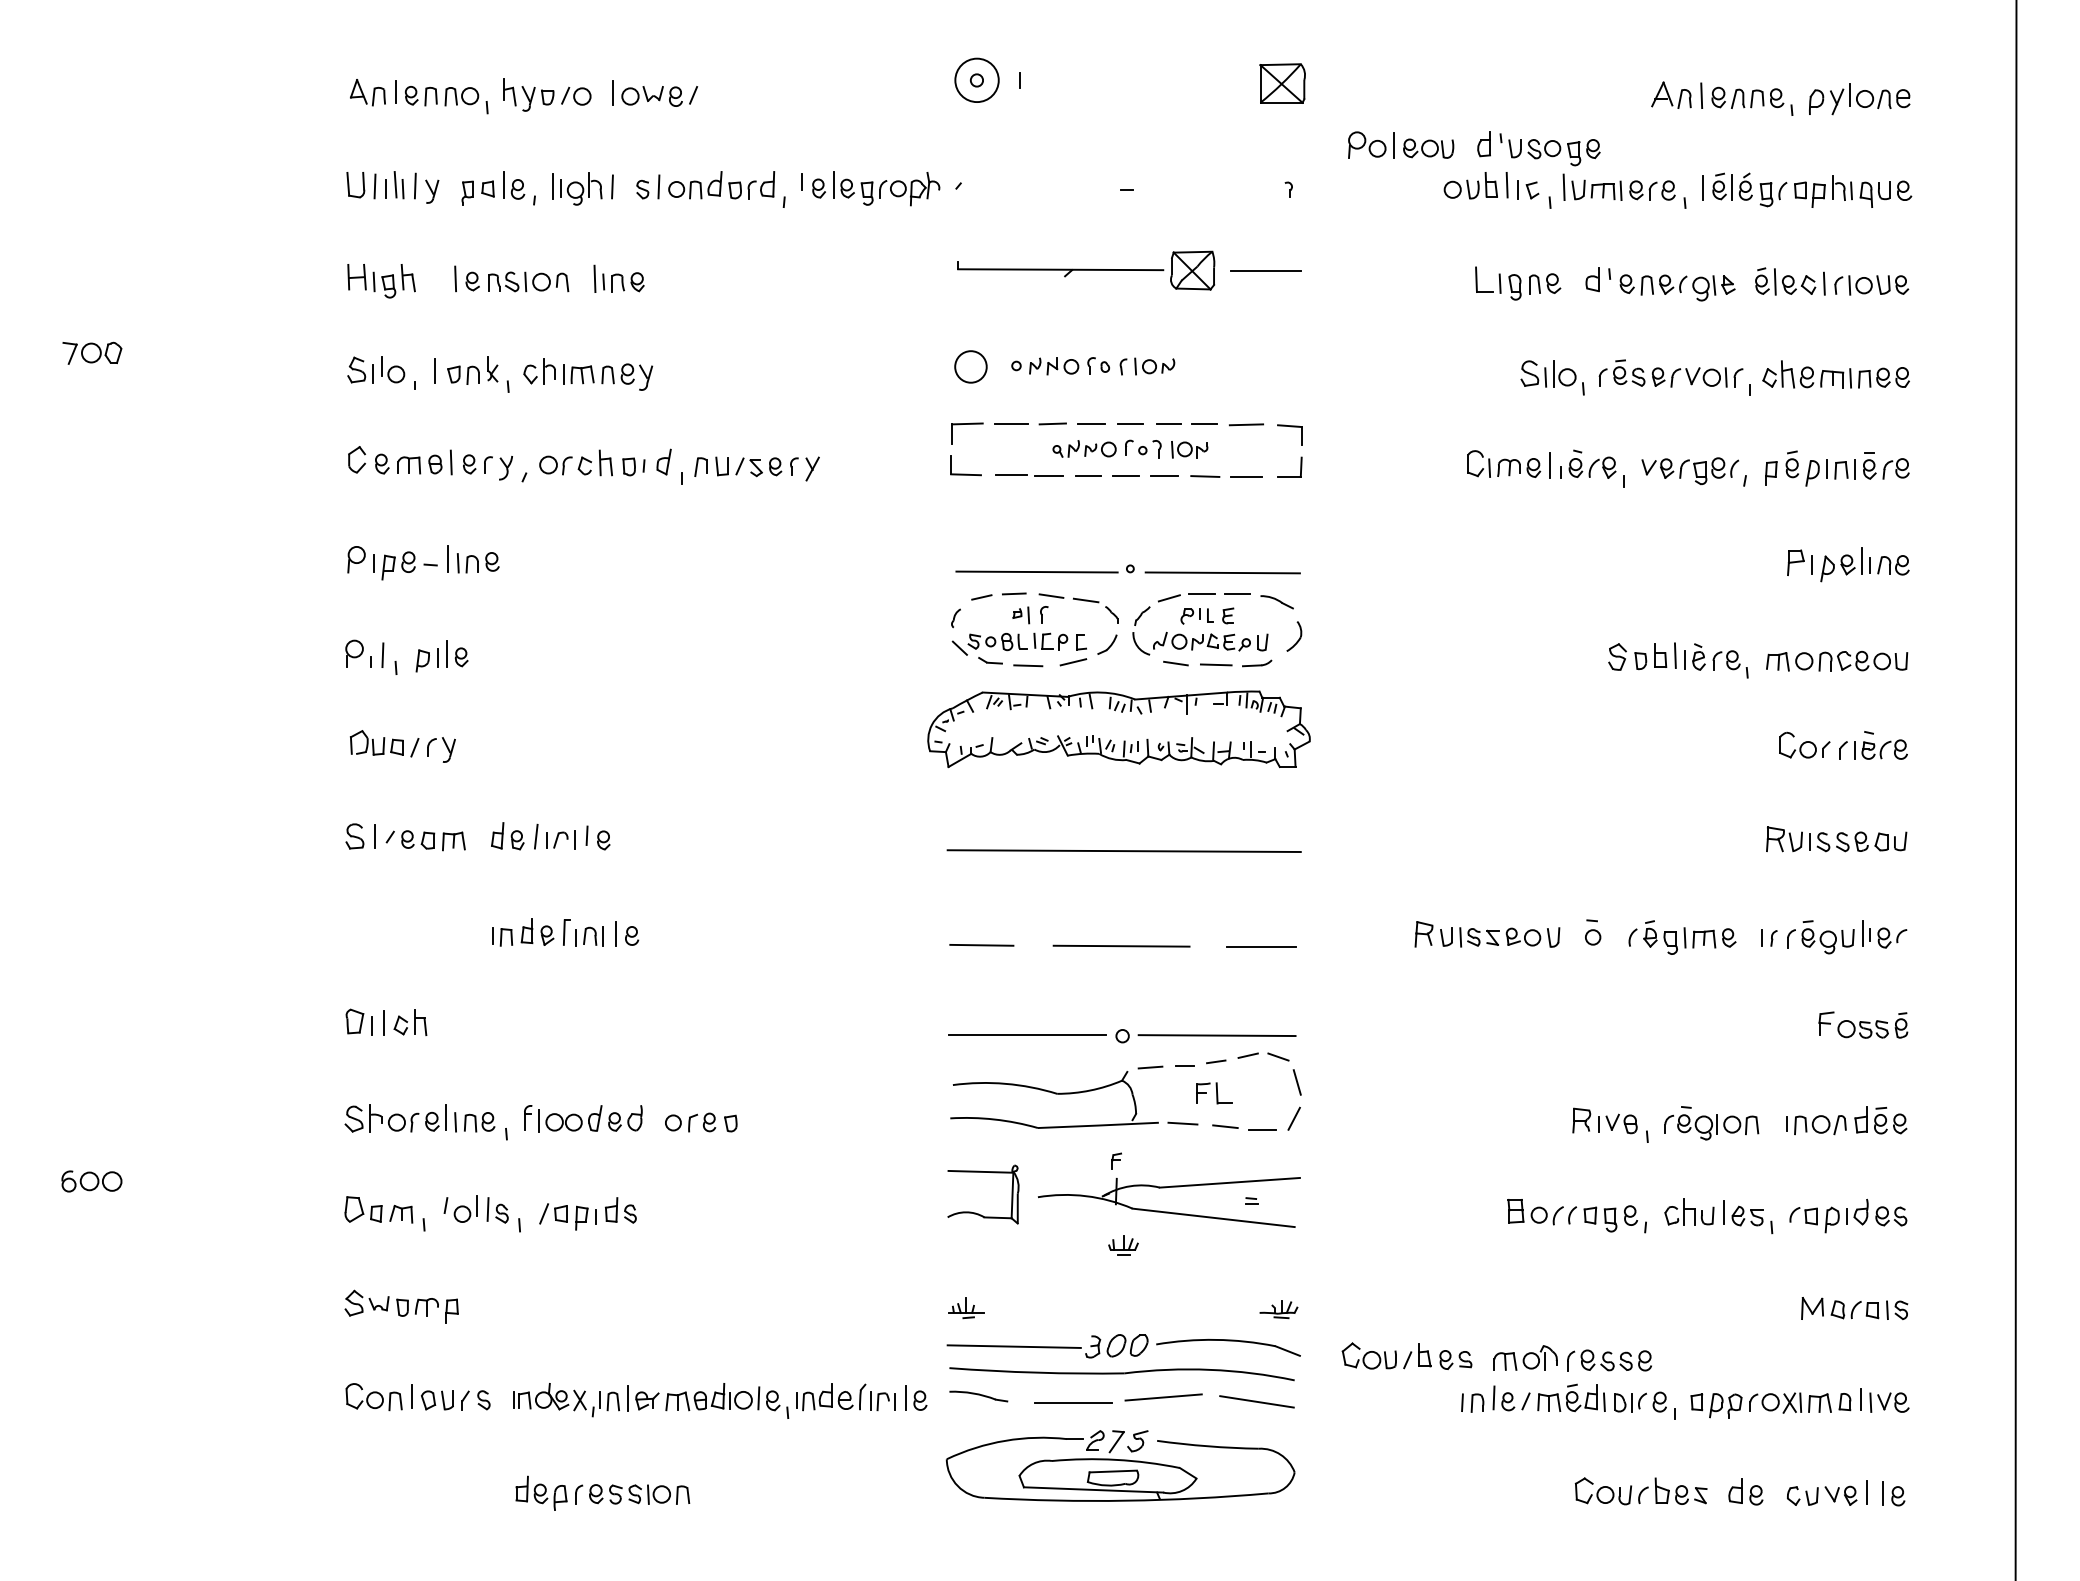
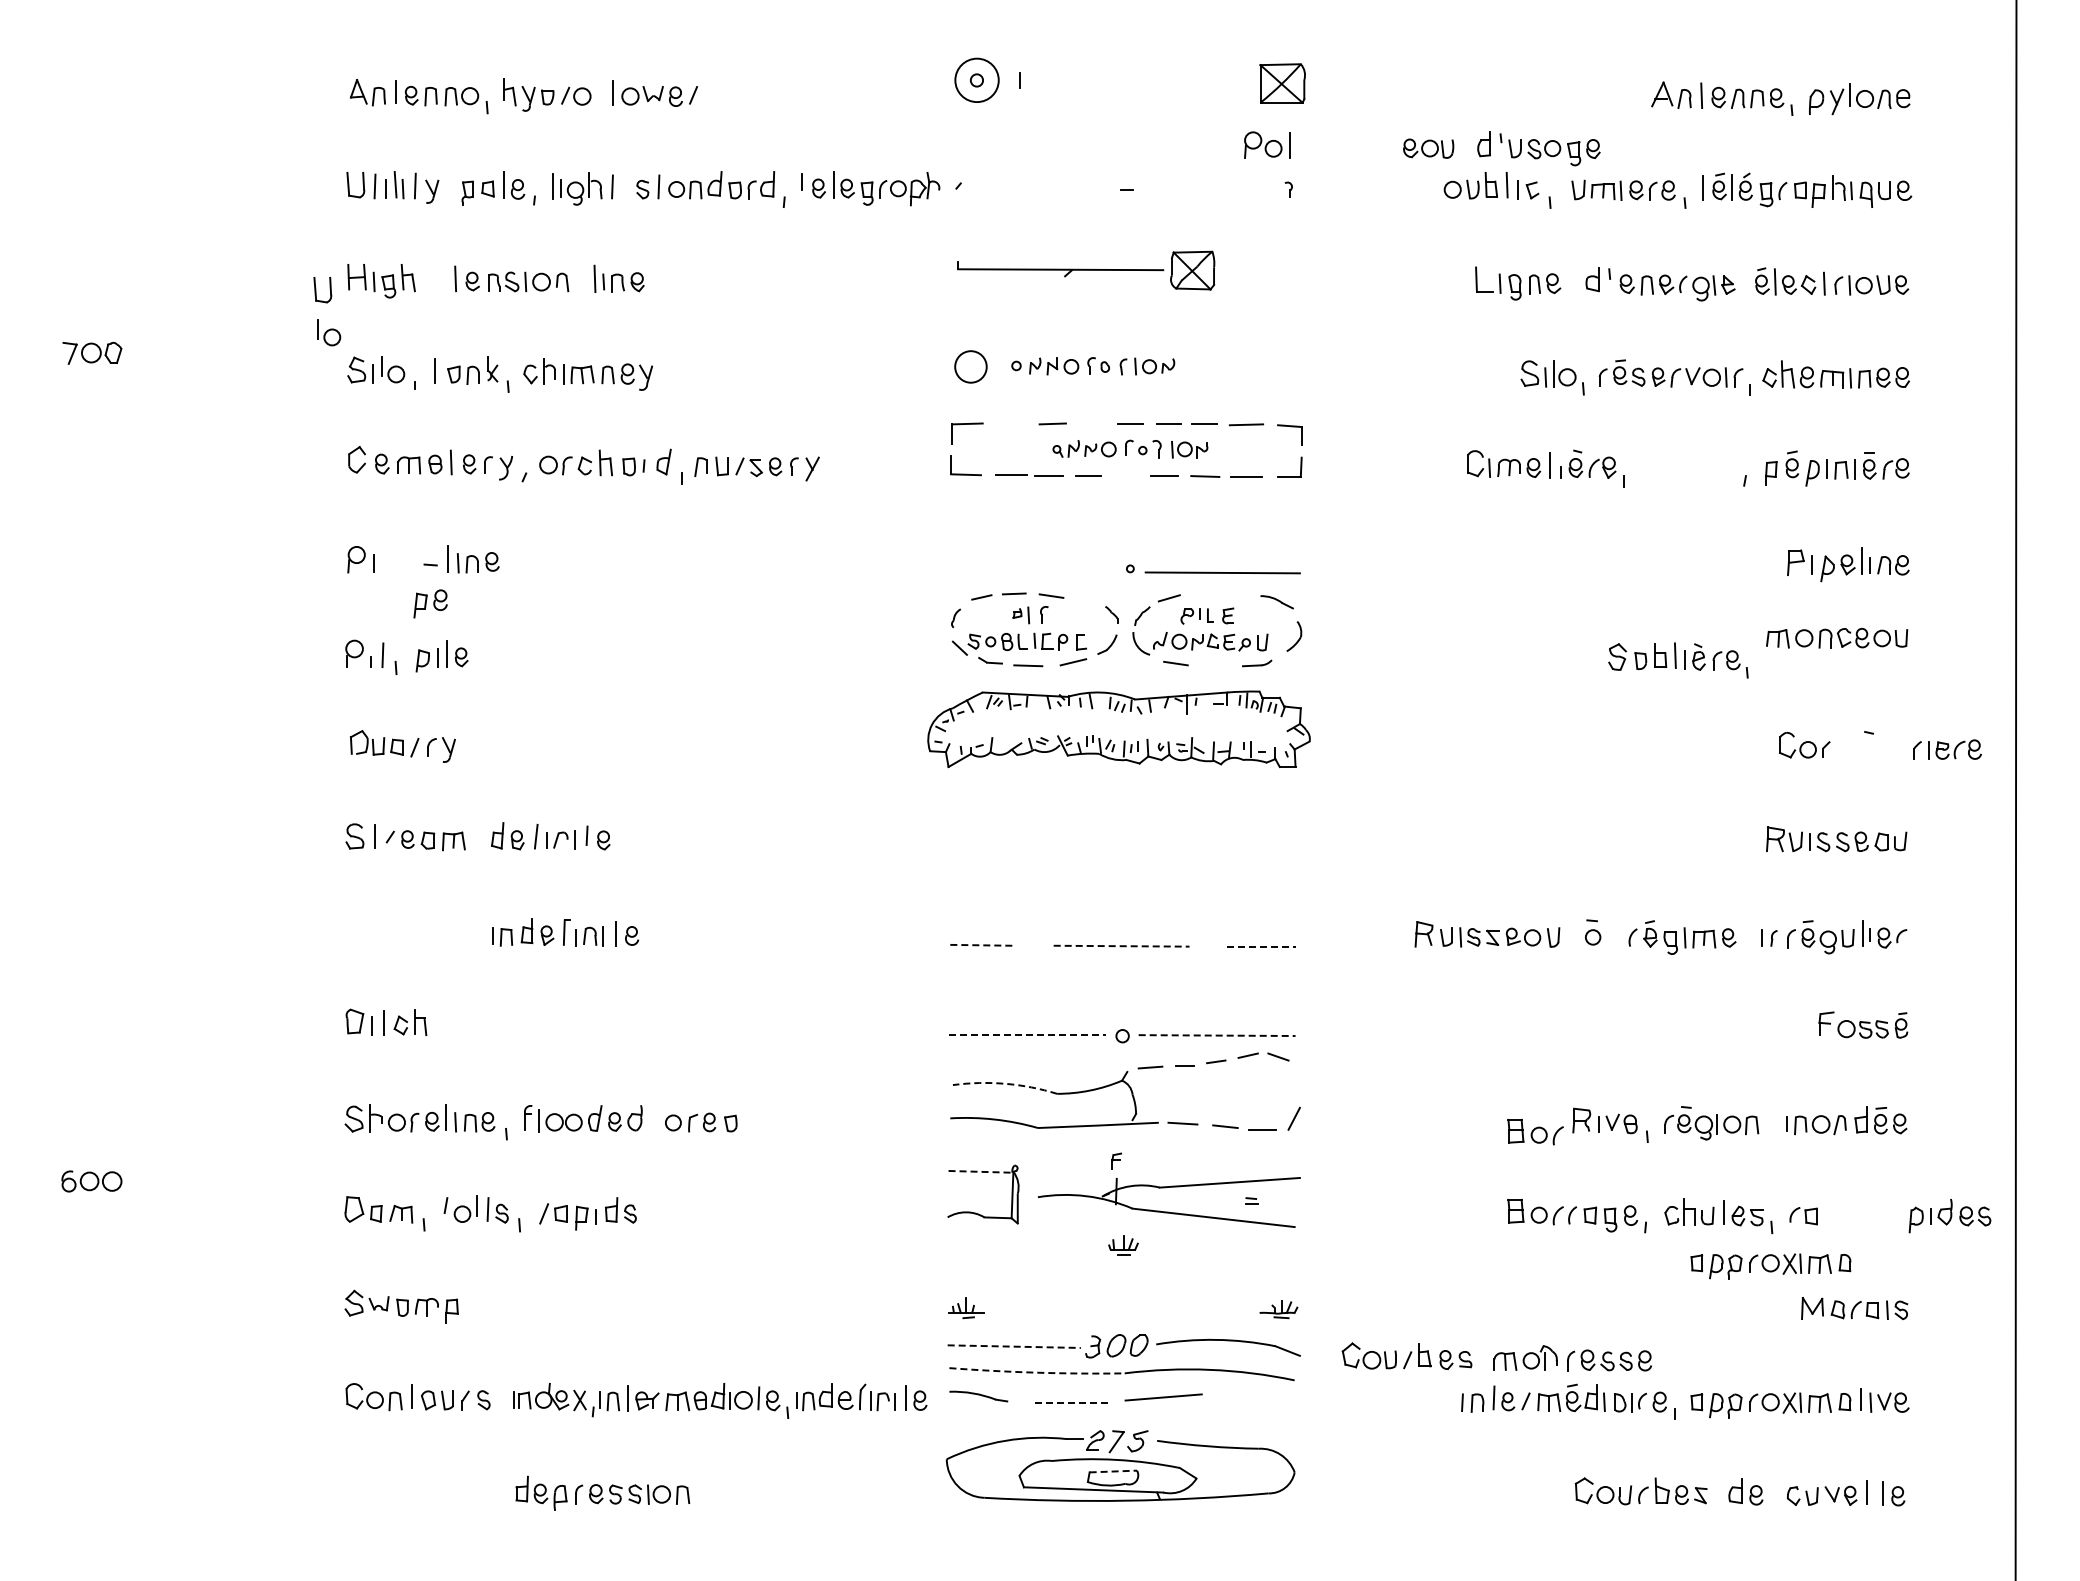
part at (1371, 144) position: (1371, 144) -> (1267, 144)
line at (1563, 187): present -> none
line at (1265, 271): present -> none
part at (322, 290): none -> present
part at (329, 332): none -> present
line at (1011, 423): present -> none
line at (1091, 424): present -> none
part at (1689, 471): present -> none
line at (1125, 476): present -> none
part at (398, 565) position: (398, 565) -> (430, 603)
line at (1036, 571): present -> none
line at (1201, 594): present -> none
line at (1237, 594): present -> none
line at (1085, 600): present -> none
part at (1837, 661) position: (1837, 661) -> (1837, 638)
line at (1215, 664): present -> none
part at (1873, 749) position: (1873, 749) -> (1947, 749)
line at (1123, 851): present -> none
line at (981, 945): solid -> dashed
line at (1121, 946): solid -> dashed
line at (1261, 946): solid -> dashed
line at (1027, 1035): solid -> dashed
line at (1217, 1035): solid -> dashed
line at (1296, 1082): present -> none
arc at (1005, 1083): solid -> dashed
part at (1214, 1093): present -> none
part at (1535, 1132): none -> present
line at (980, 1171): solid -> dashed
part at (1865, 1216) position: (1865, 1216) -> (1949, 1216)
part at (1770, 1266): none -> present
line at (1014, 1346): solid -> dashed
arc at (1037, 1372): solid -> dashed
line at (1256, 1401): present -> none
line at (1073, 1403): solid -> dashed
line at (1113, 1471): solid -> dashed
